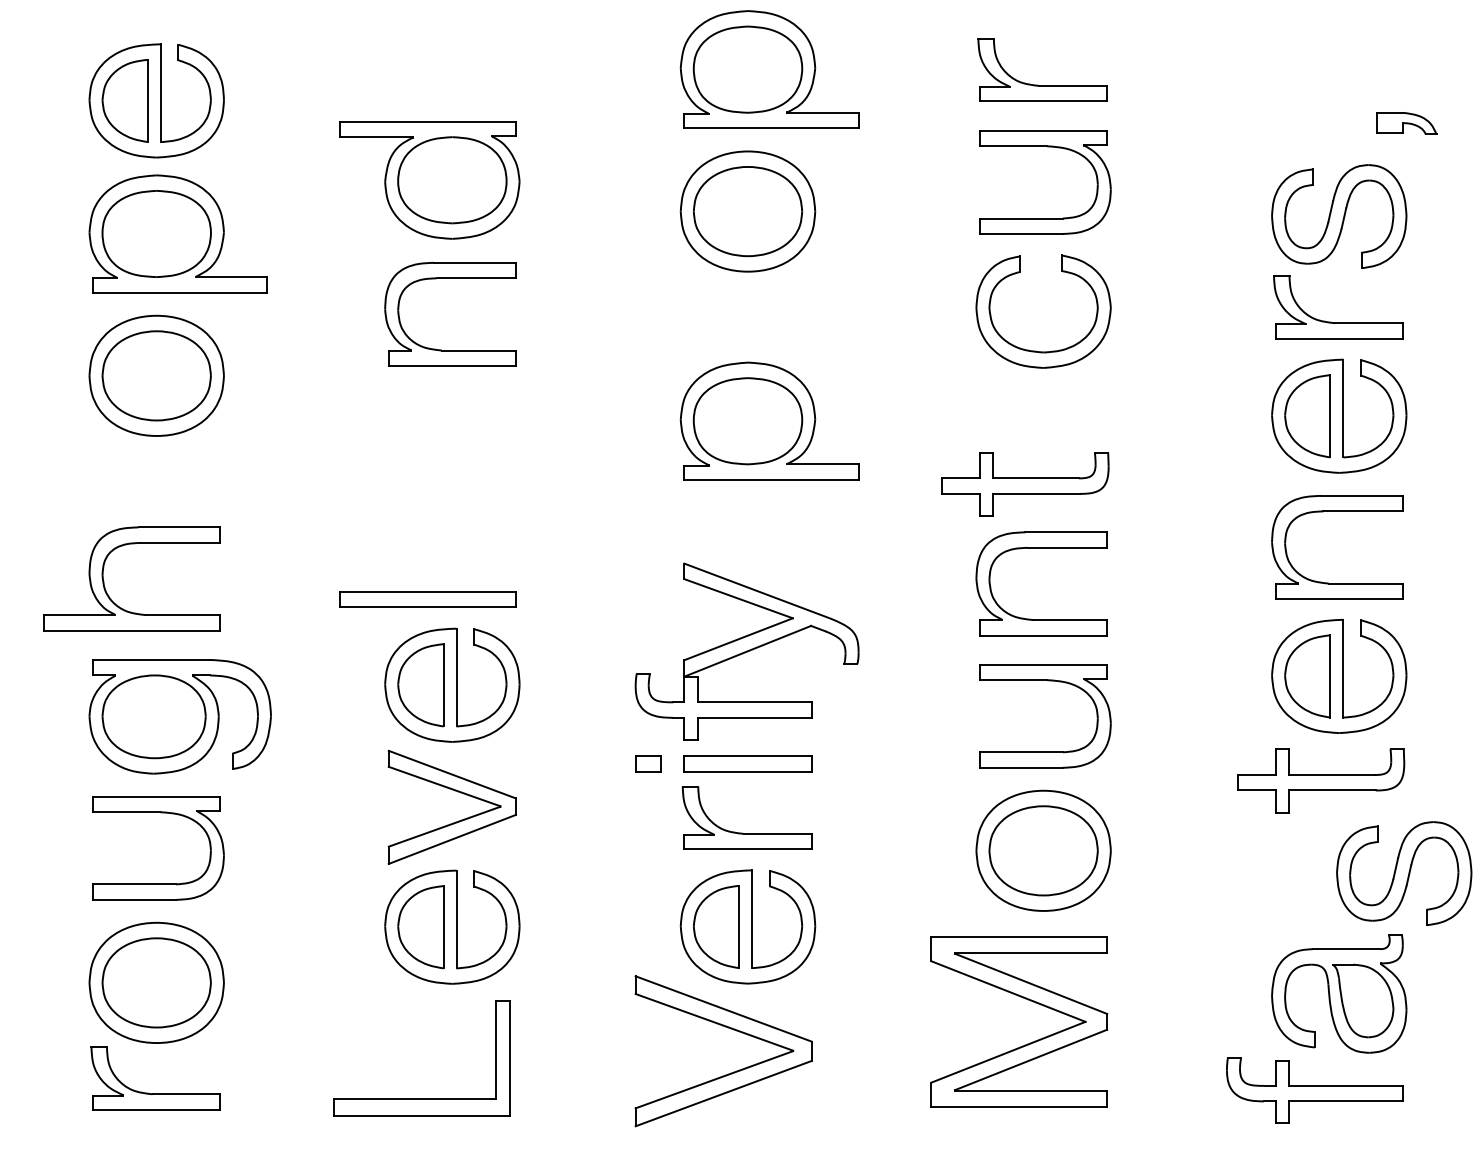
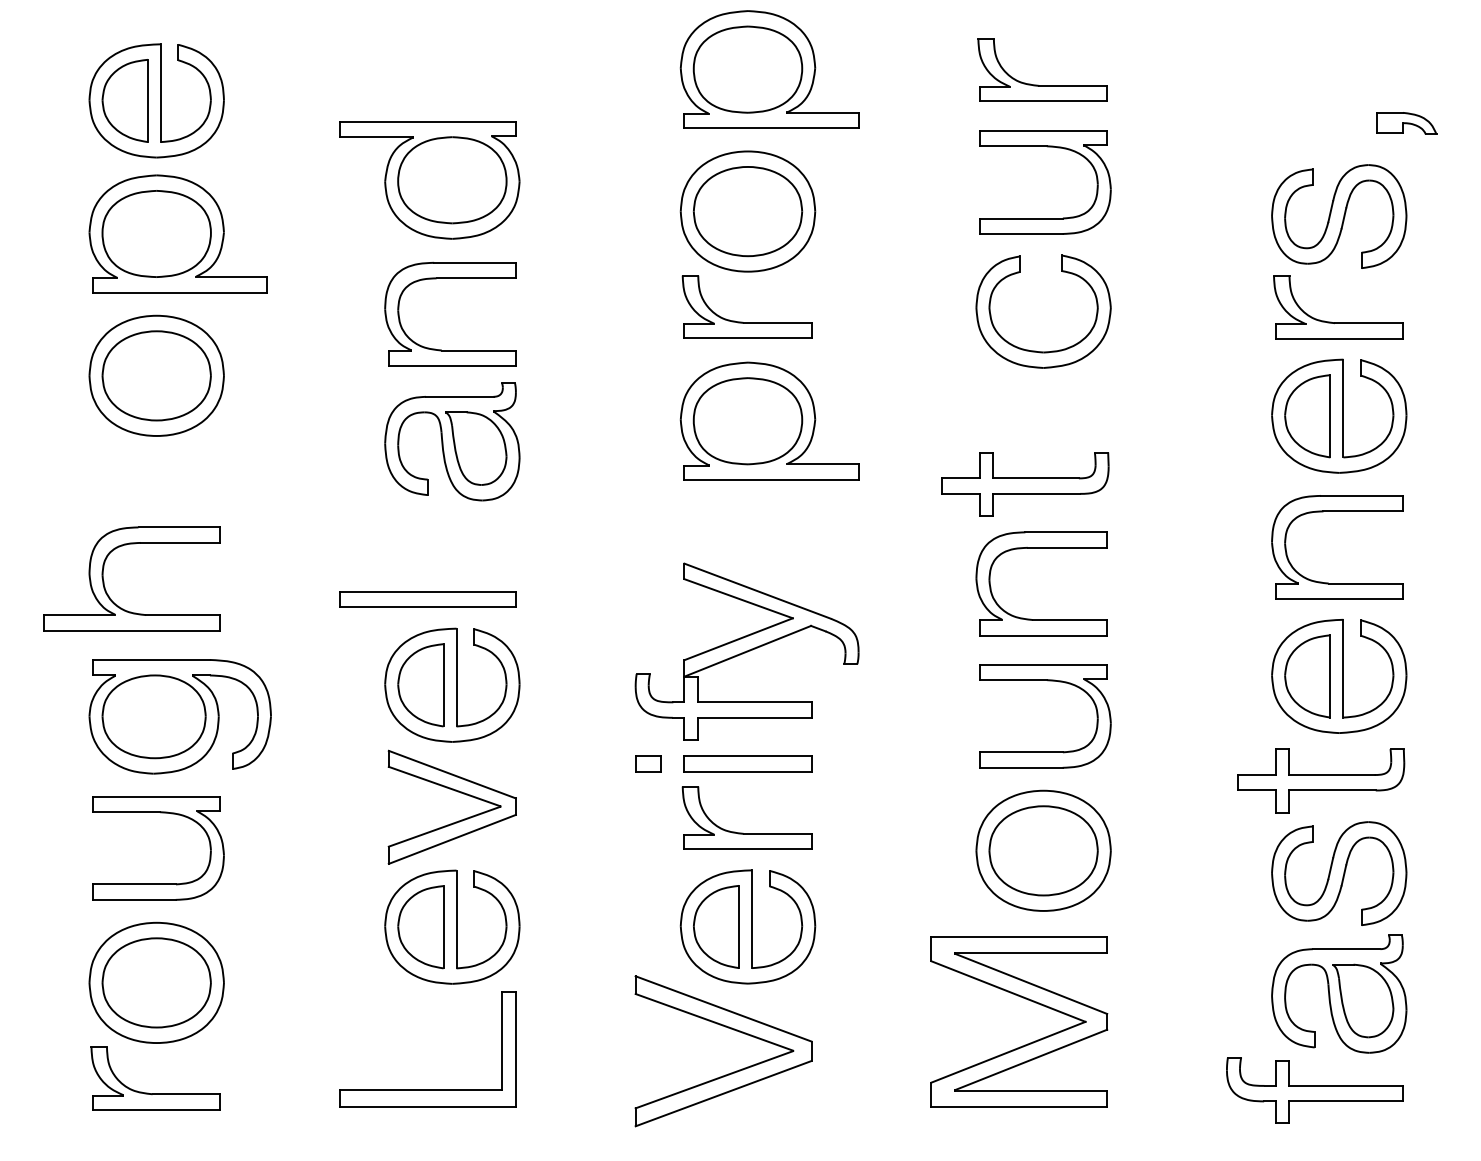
part at (742, 321): none -> present
part at (452, 441): none -> present
part at (1404, 873) position: (1404, 873) -> (1339, 873)
part at (421, 1098) position: (421, 1098) -> (427, 1089)
